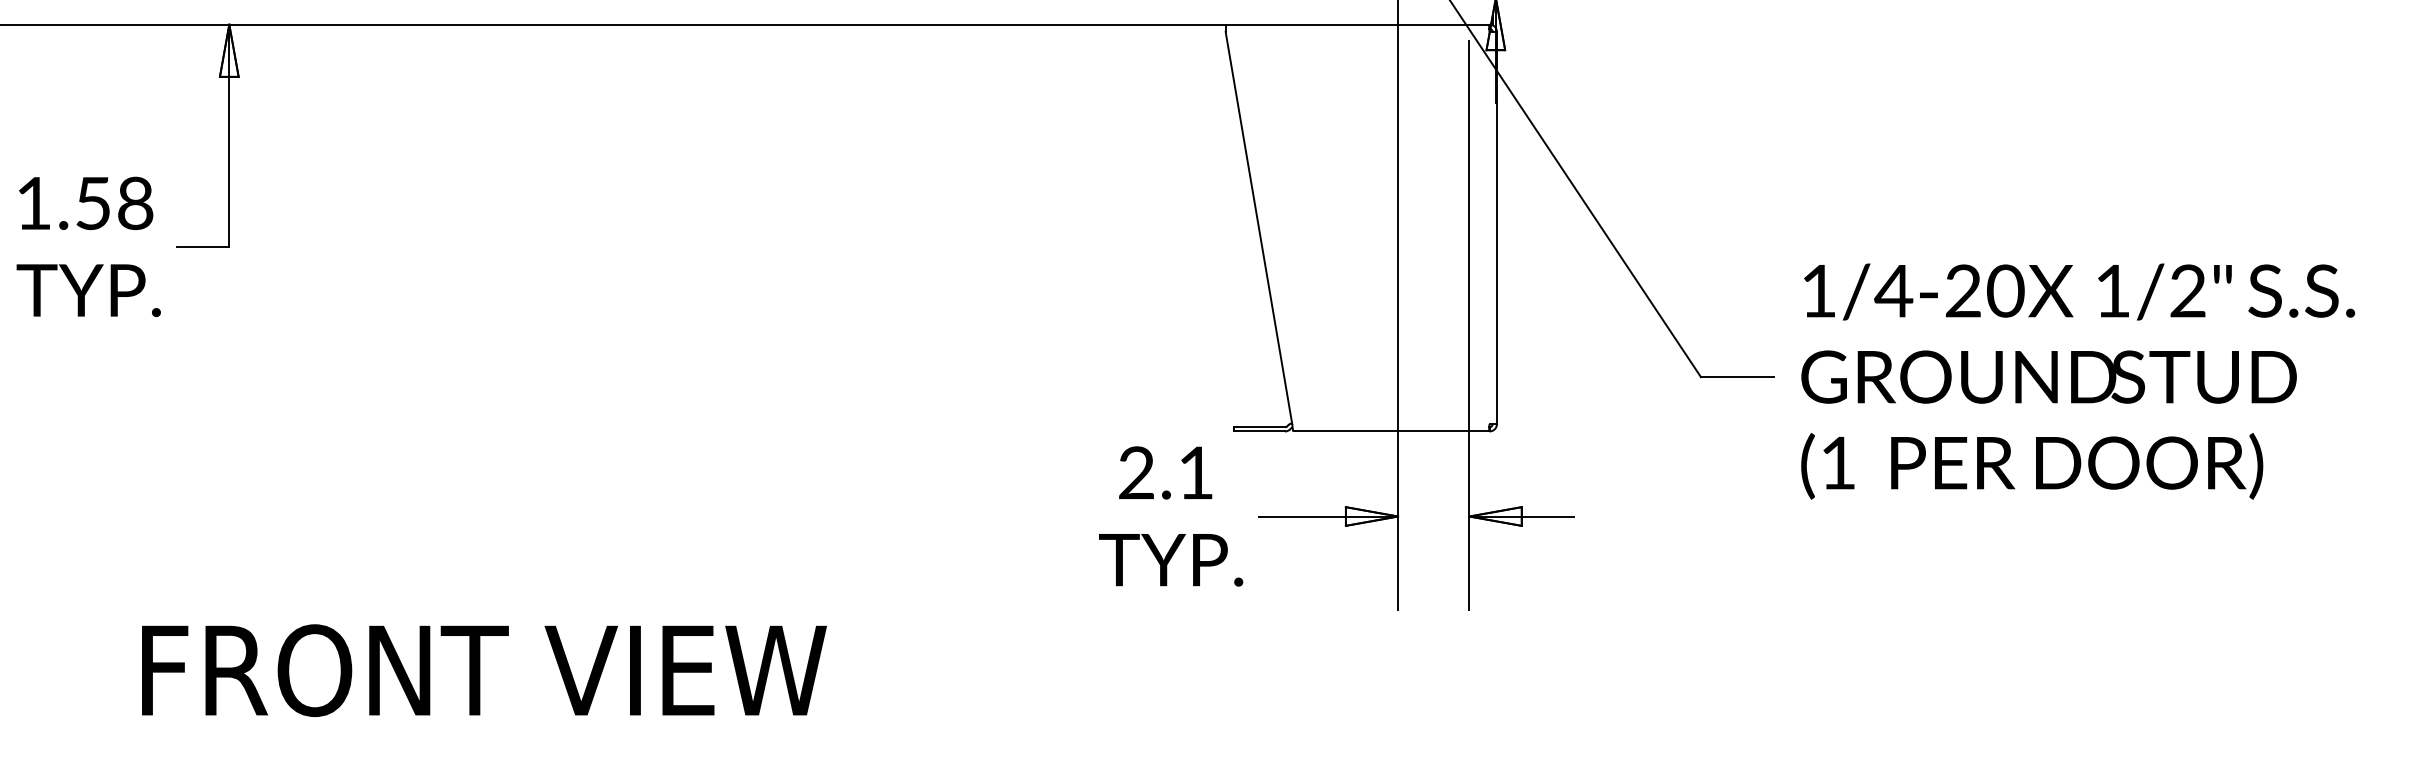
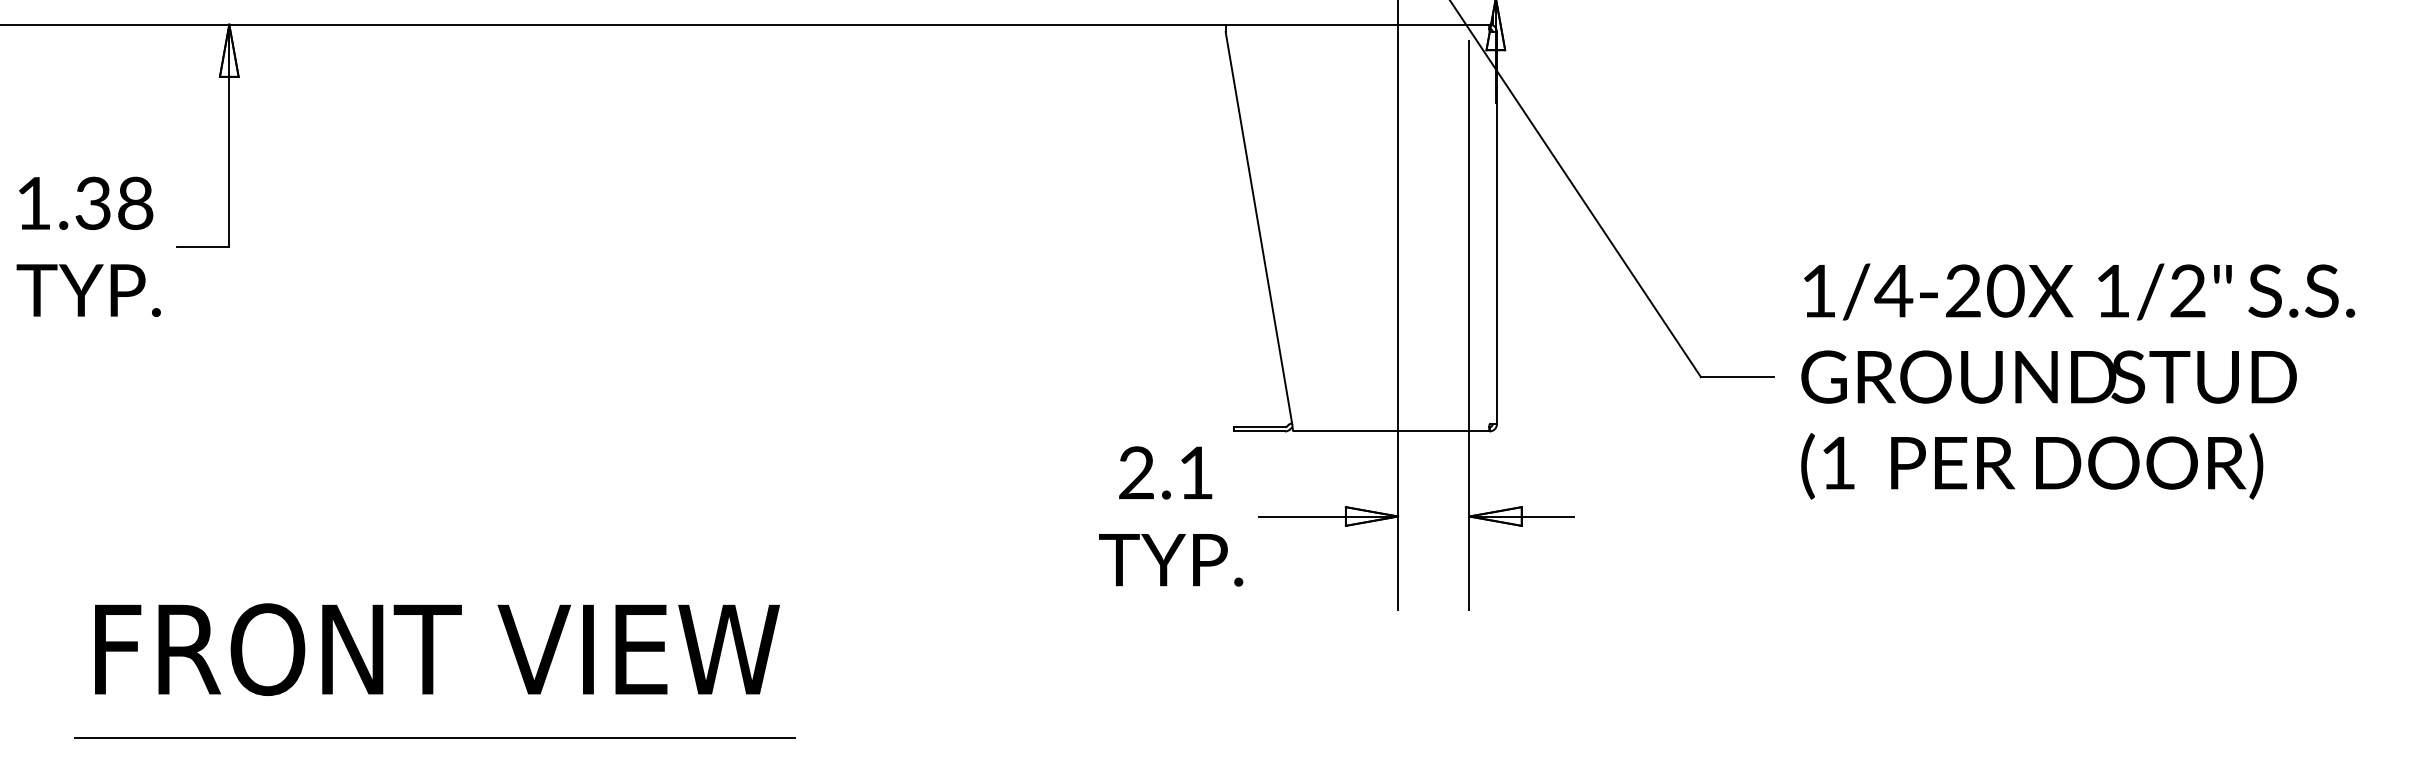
text at (92, 203): 1.58 -> 1.38
text at (484, 670) position: (484, 670) -> (437, 649)
line at (434, 738): none -> present
